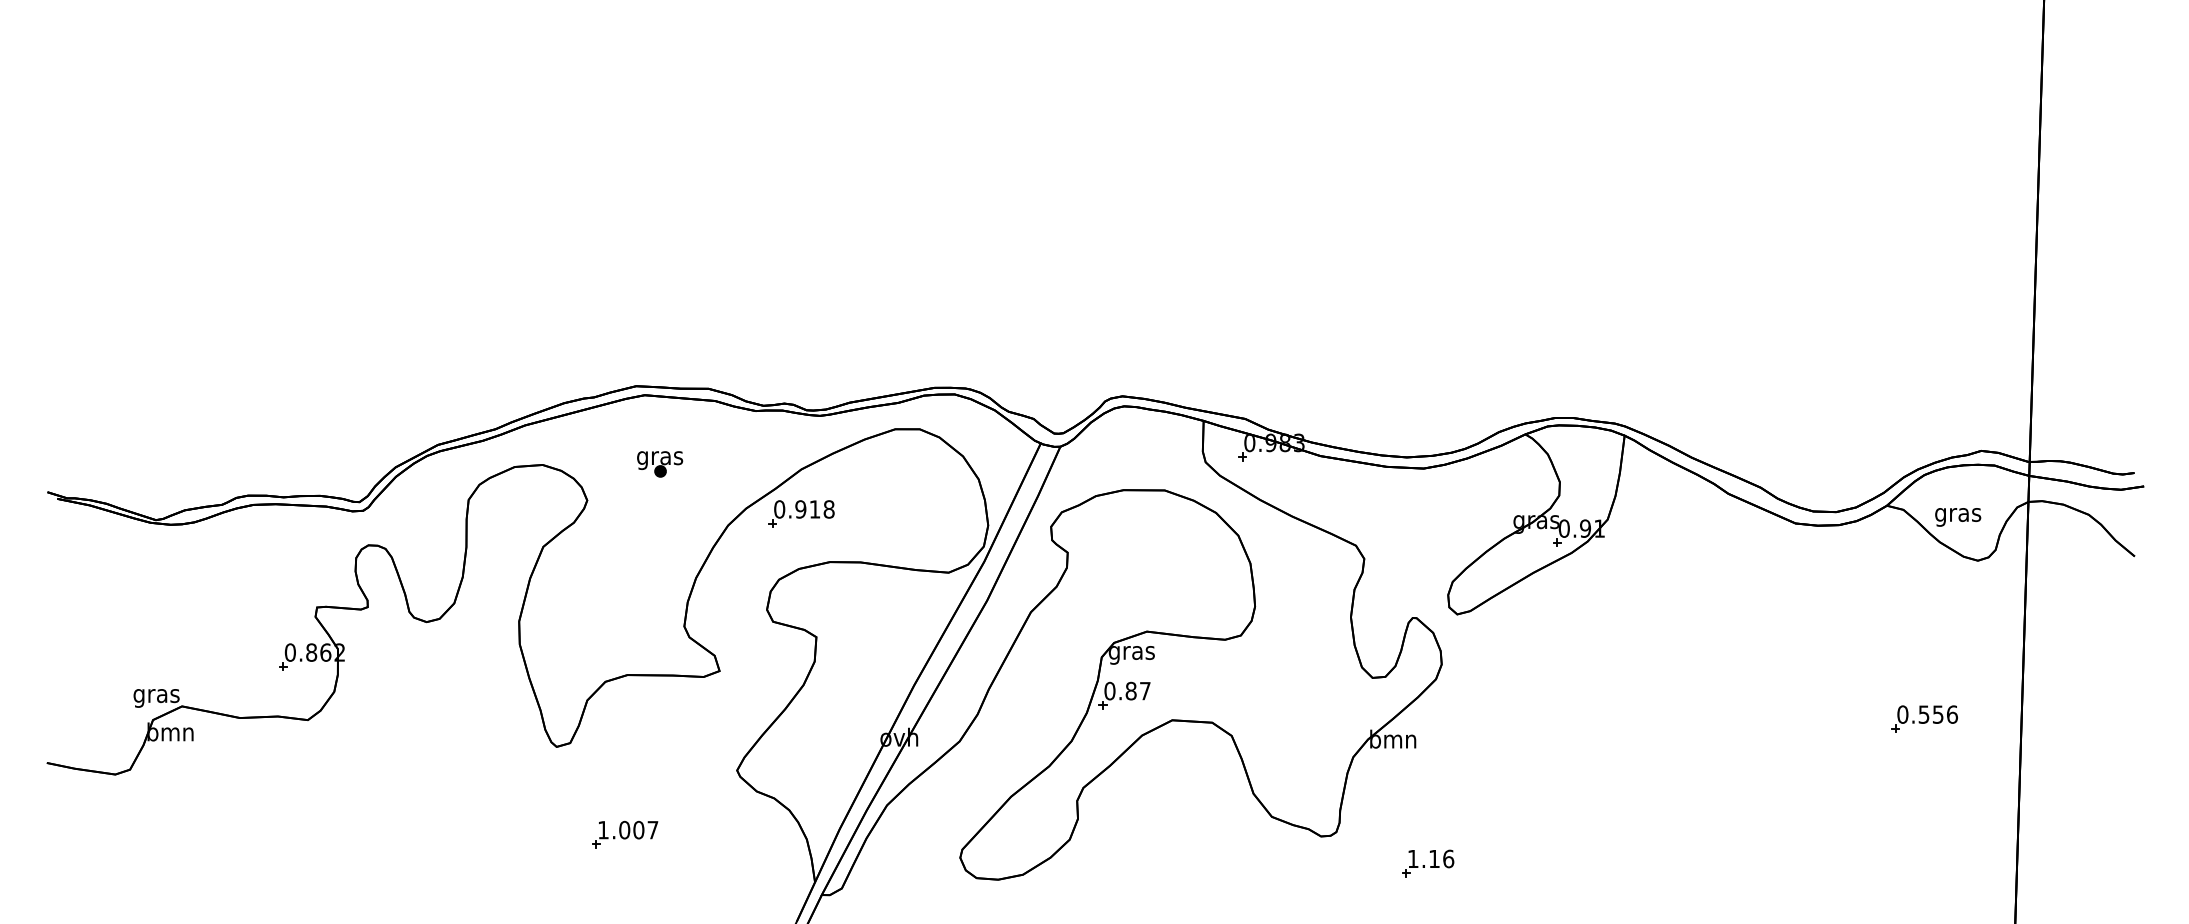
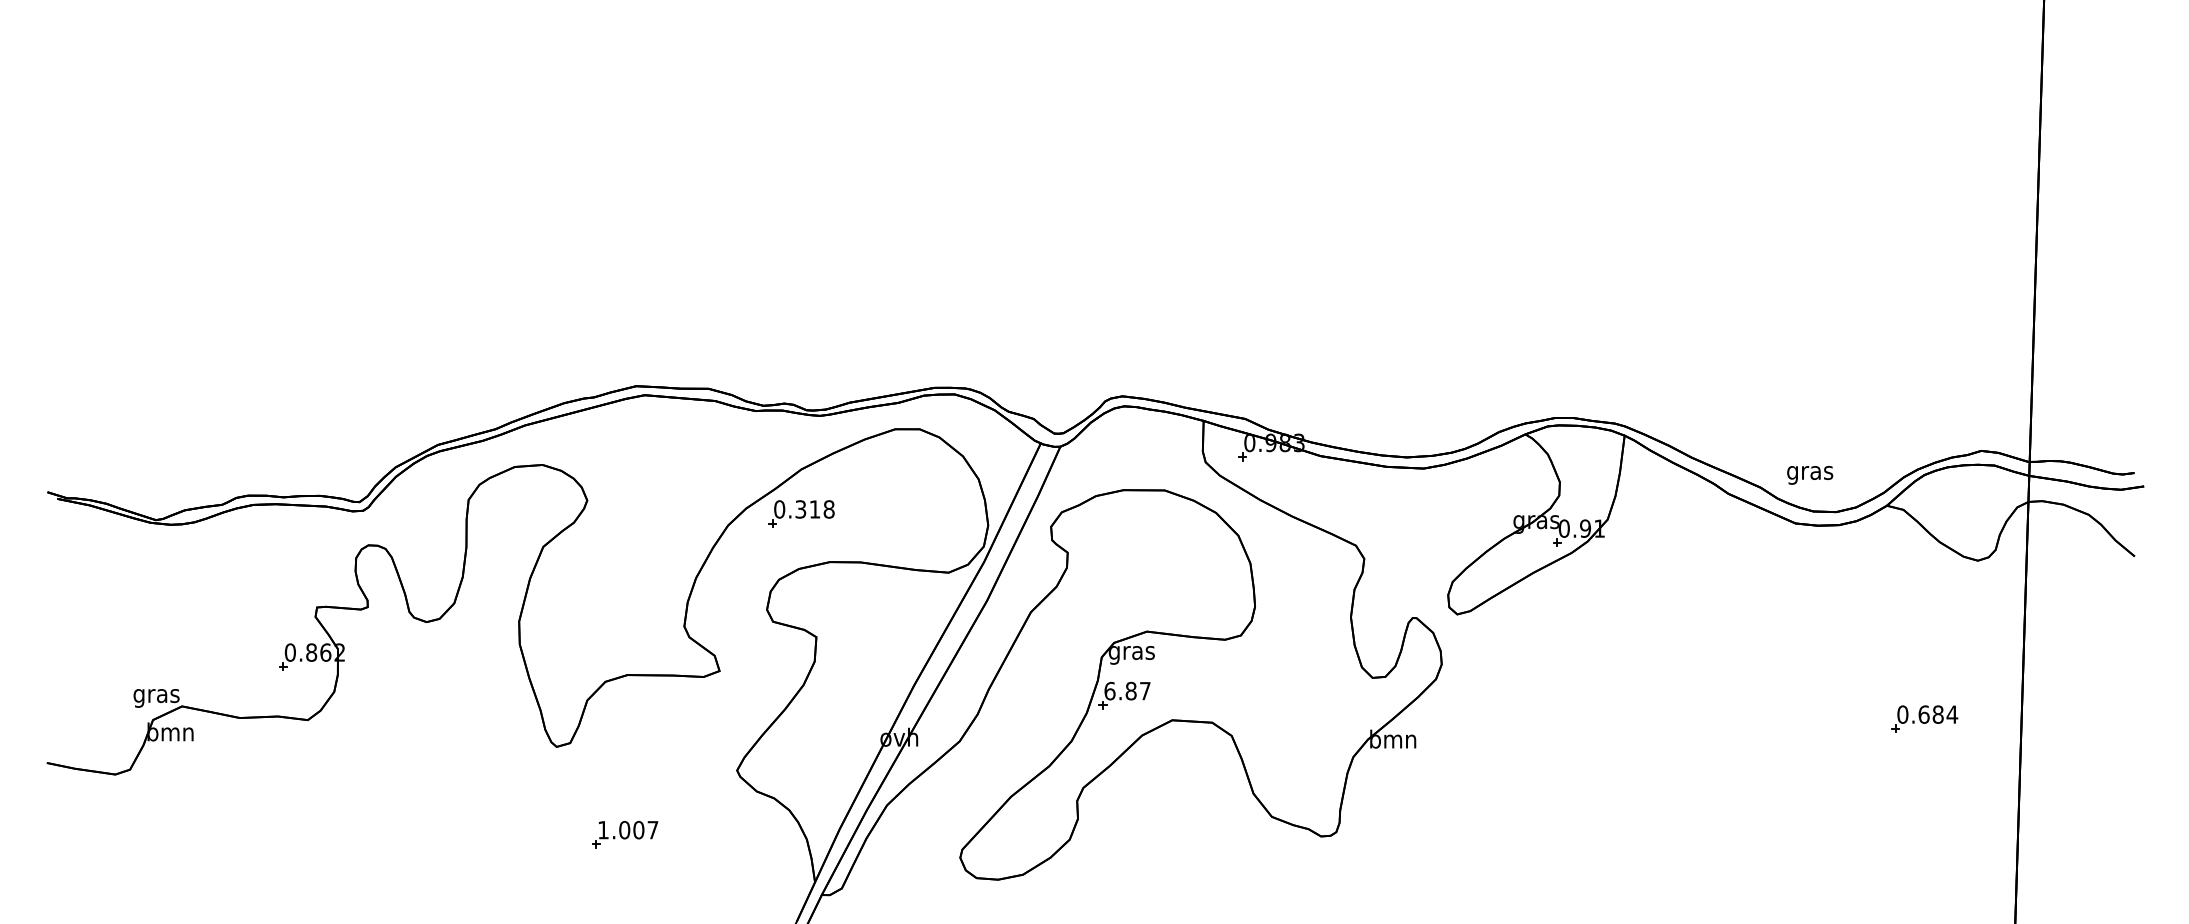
part at (660, 464): present -> none
text at (800, 509): 0.918 -> 0.318
text at (1958, 517) position: (1958, 517) -> (1810, 475)
text at (1109, 690): 0.87 -> 6.87
text at (1938, 714): 0.556 -> 0.684
part at (1428, 863): present -> none
